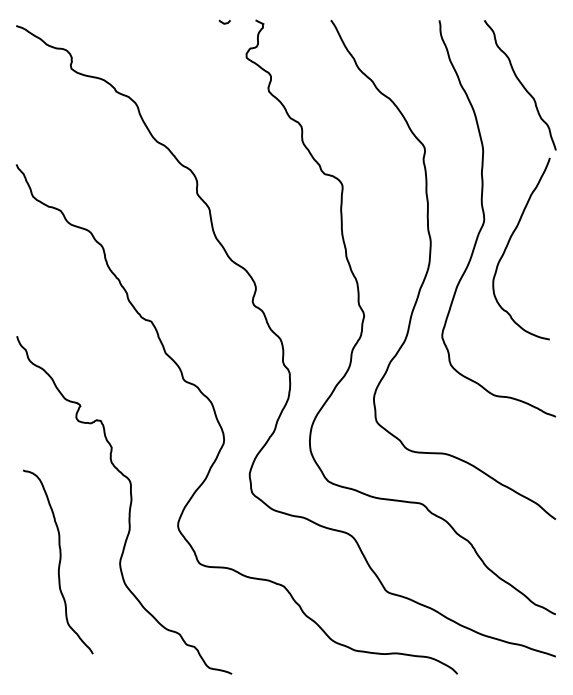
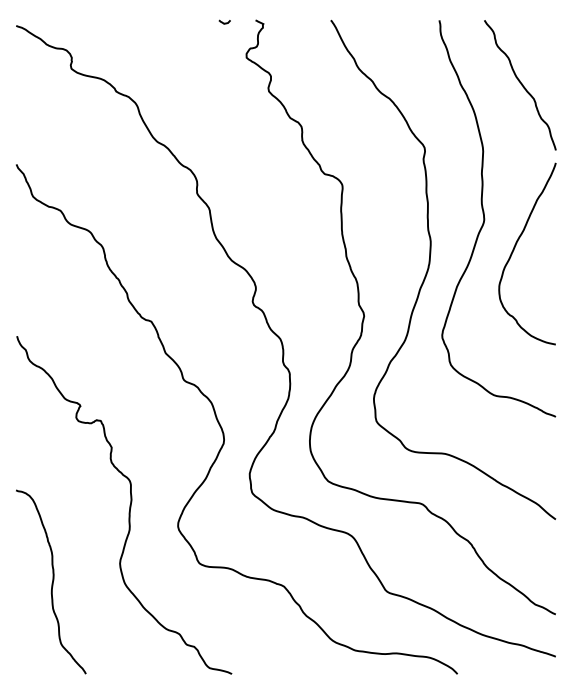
curve at (508, 245) position: (508, 245) -> (514, 250)
curve at (59, 561) position: (59, 561) -> (52, 581)
